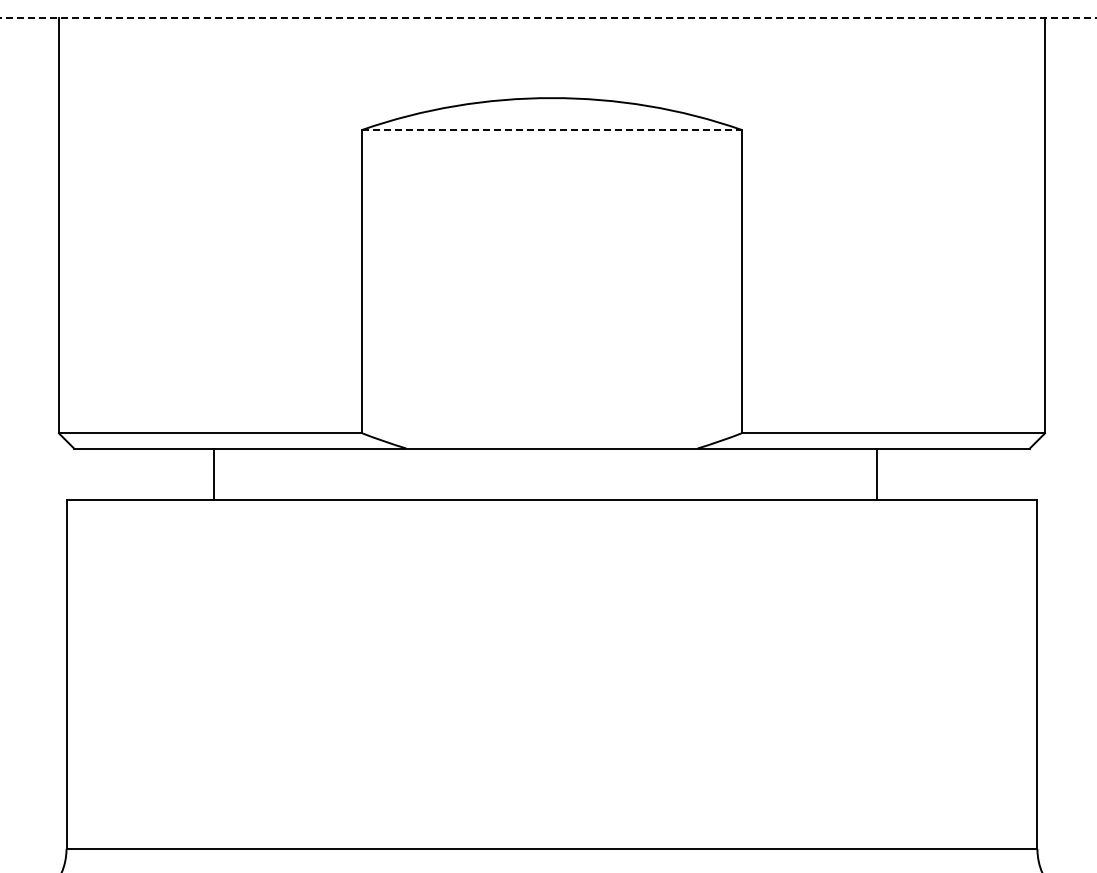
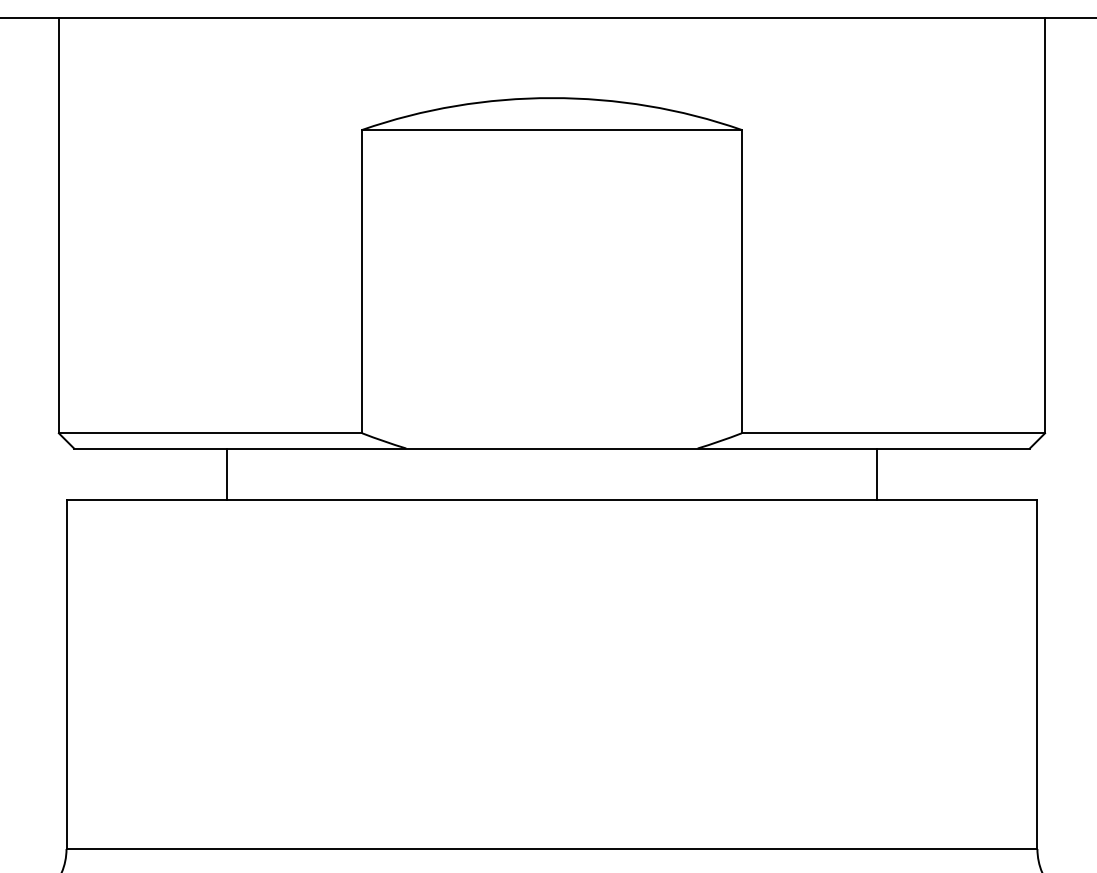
line at (548, 17): dashed -> solid
line at (551, 129): dashed -> solid
line at (214, 474) position: (214, 474) -> (227, 474)
